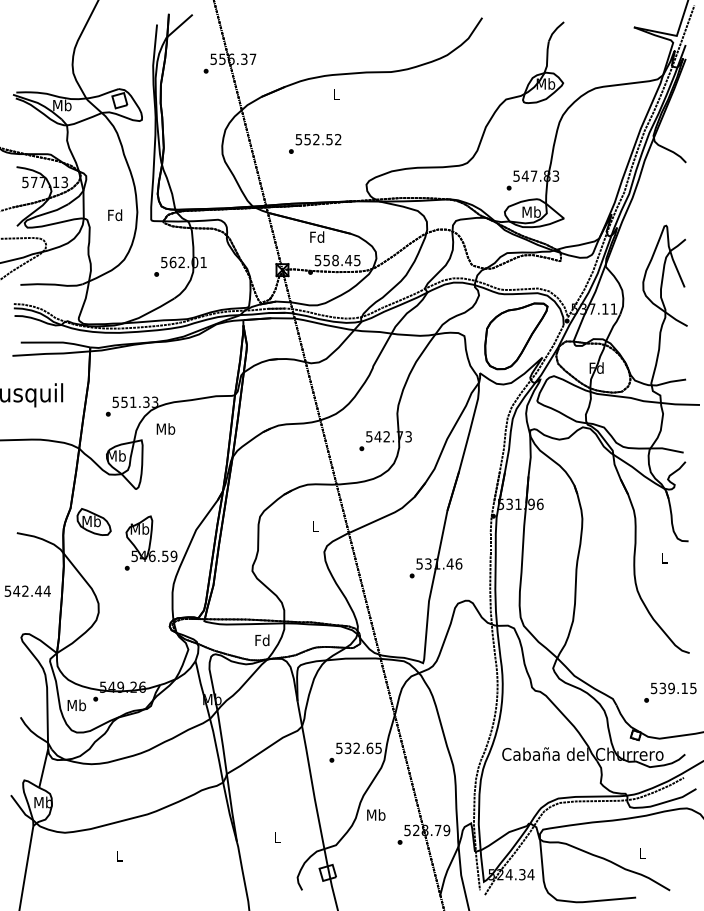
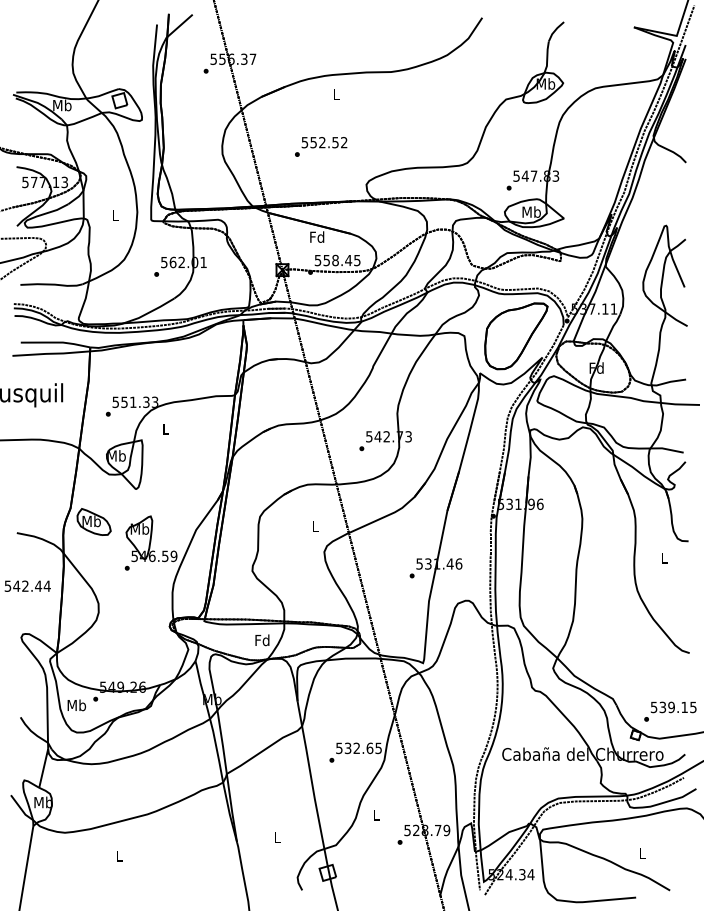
text at (315, 143) position: (315, 143) -> (321, 146)
text at (115, 215): Fd -> L
text at (165, 428): Mb -> L
text at (27, 590) position: (27, 590) -> (27, 585)
text at (670, 692) position: (670, 692) -> (670, 711)
text at (376, 814): Mb -> L
